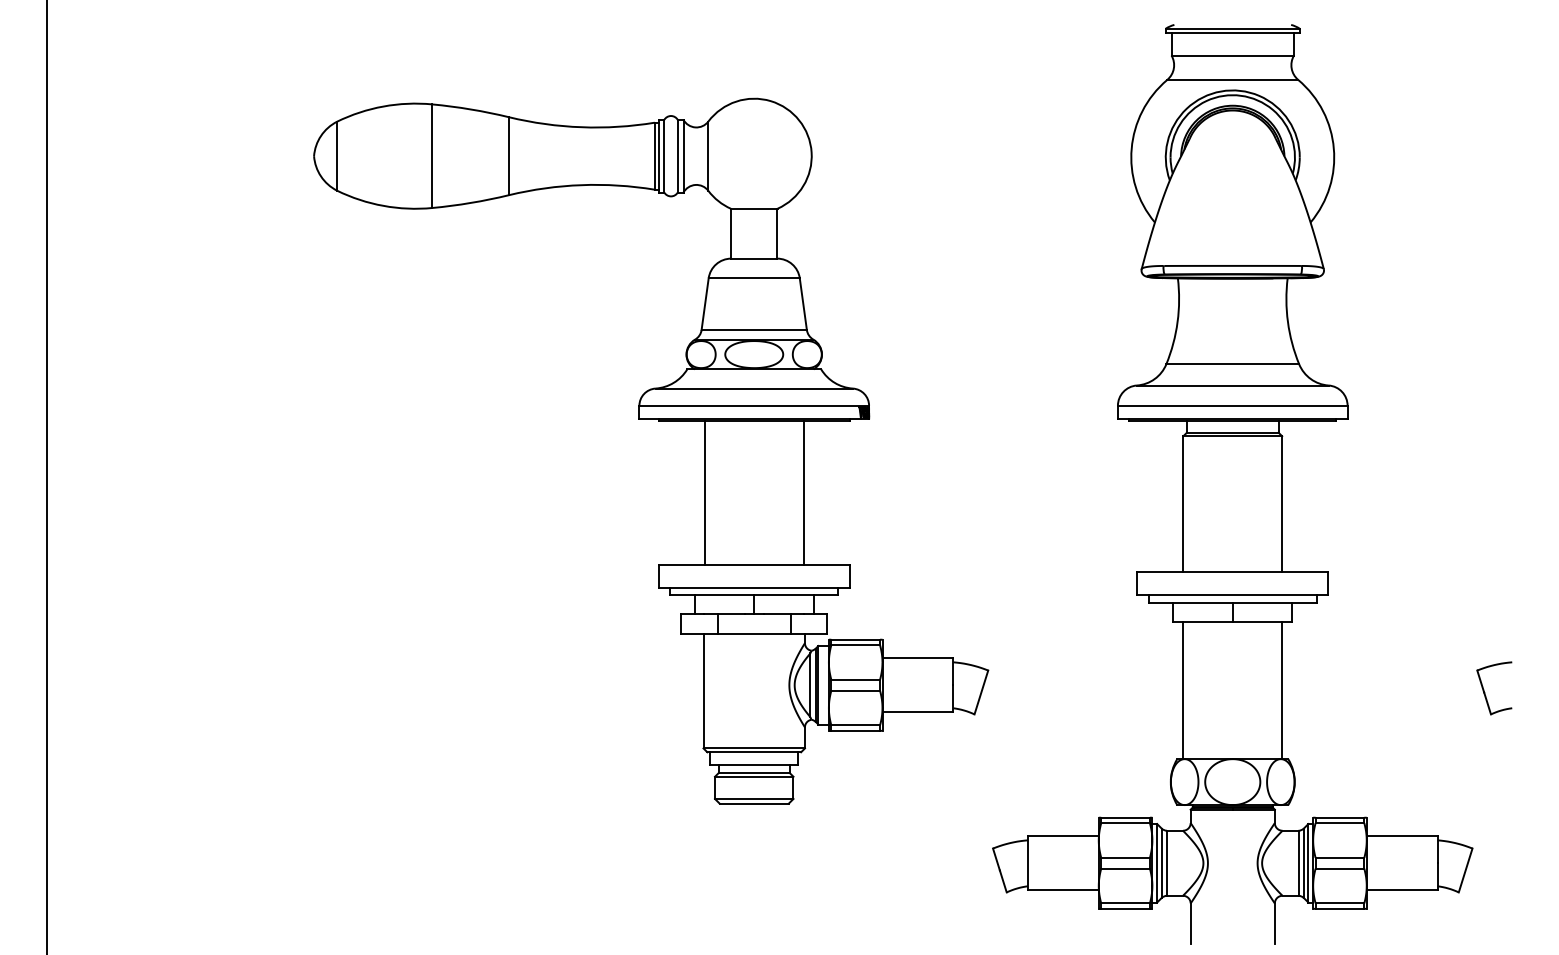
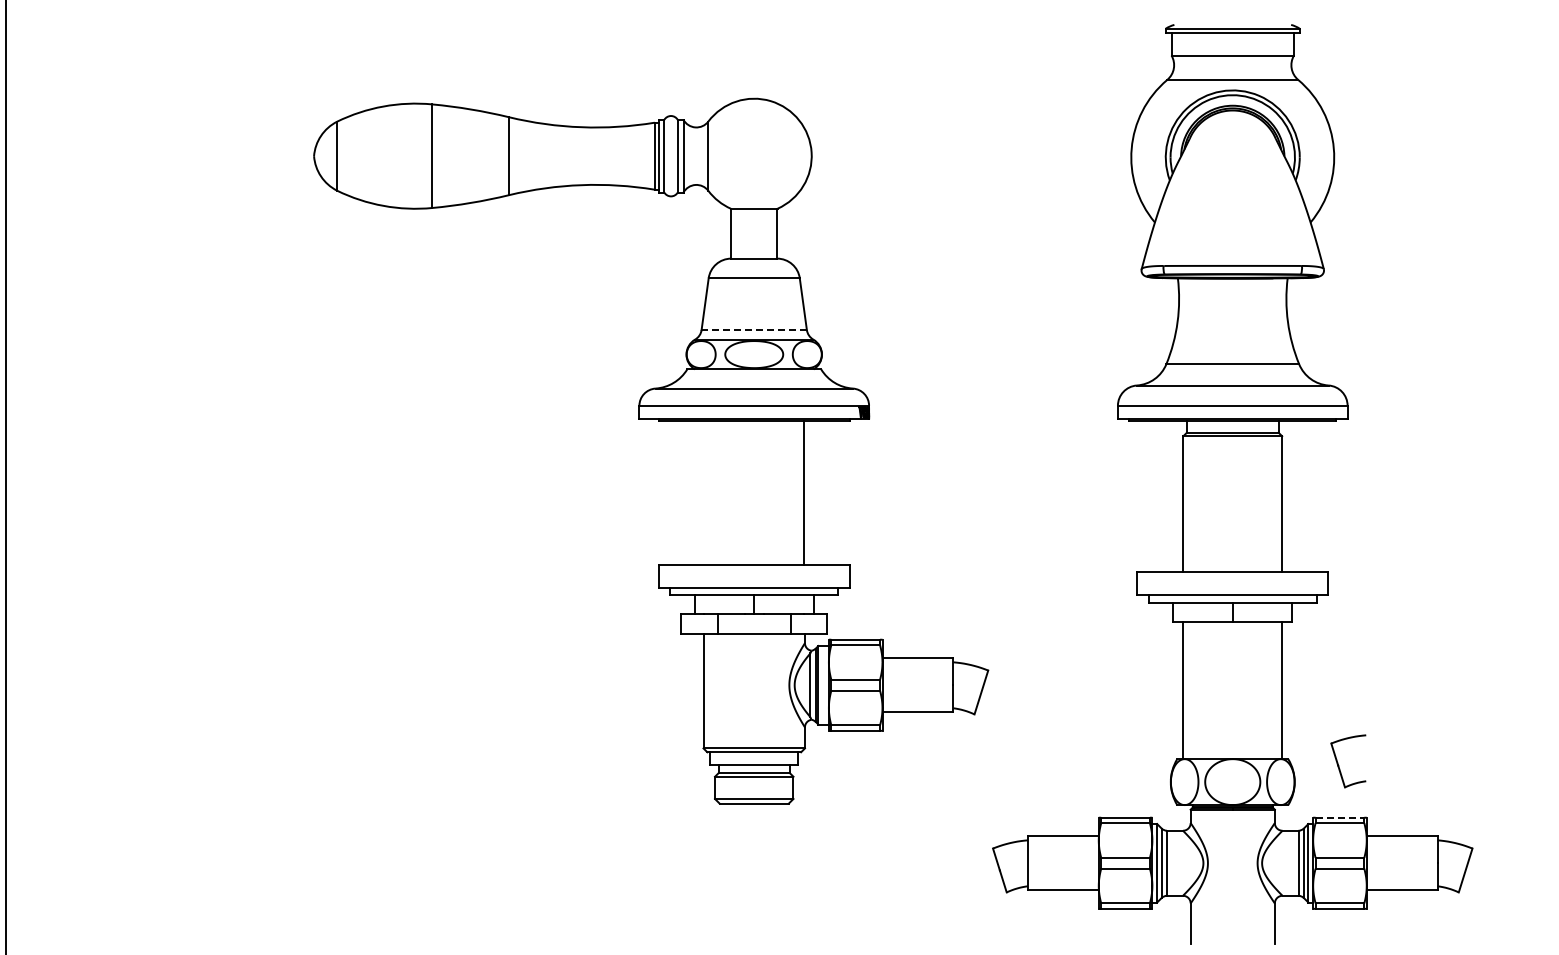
line at (754, 330): solid -> dashed
line at (46, 476) position: (46, 476) -> (5, 476)
line at (704, 492): present -> none
part at (1485, 692) position: (1485, 692) -> (1339, 765)
line at (1340, 817): solid -> dashed
